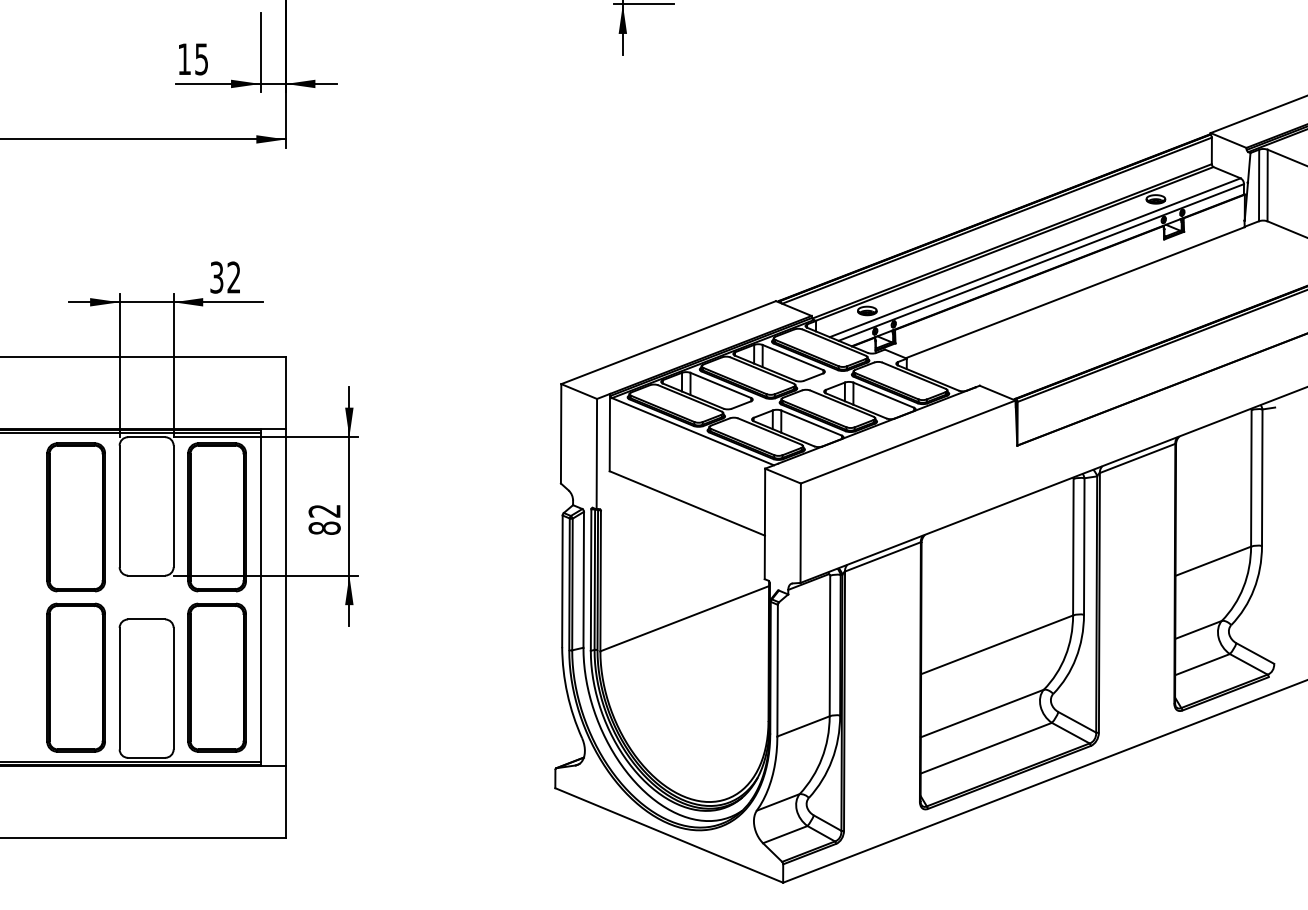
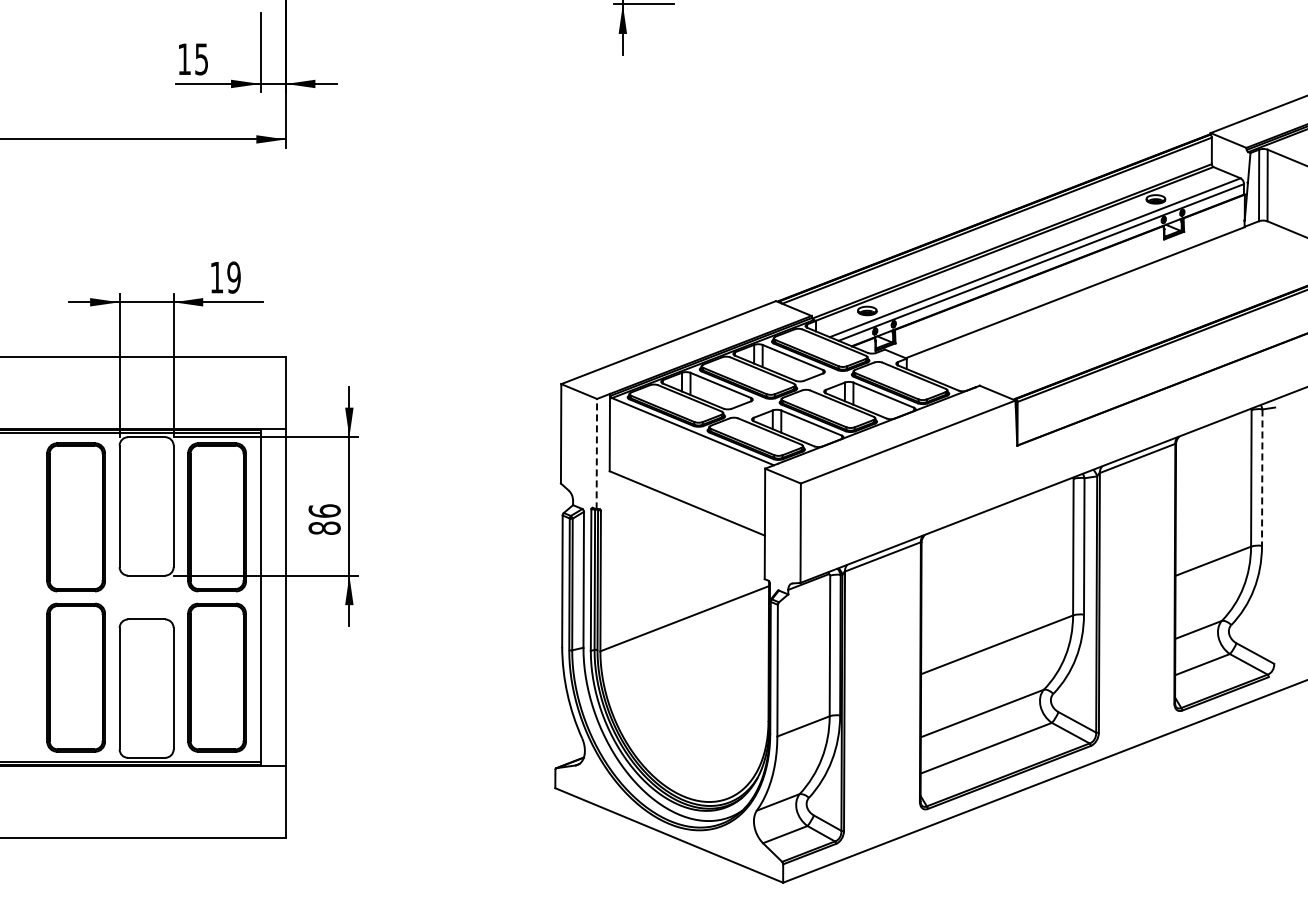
text at (225, 277): 32 -> 19
line at (596, 453): solid -> dashed
line at (1262, 478): solid -> dashed
text at (324, 510): 82 -> 86
